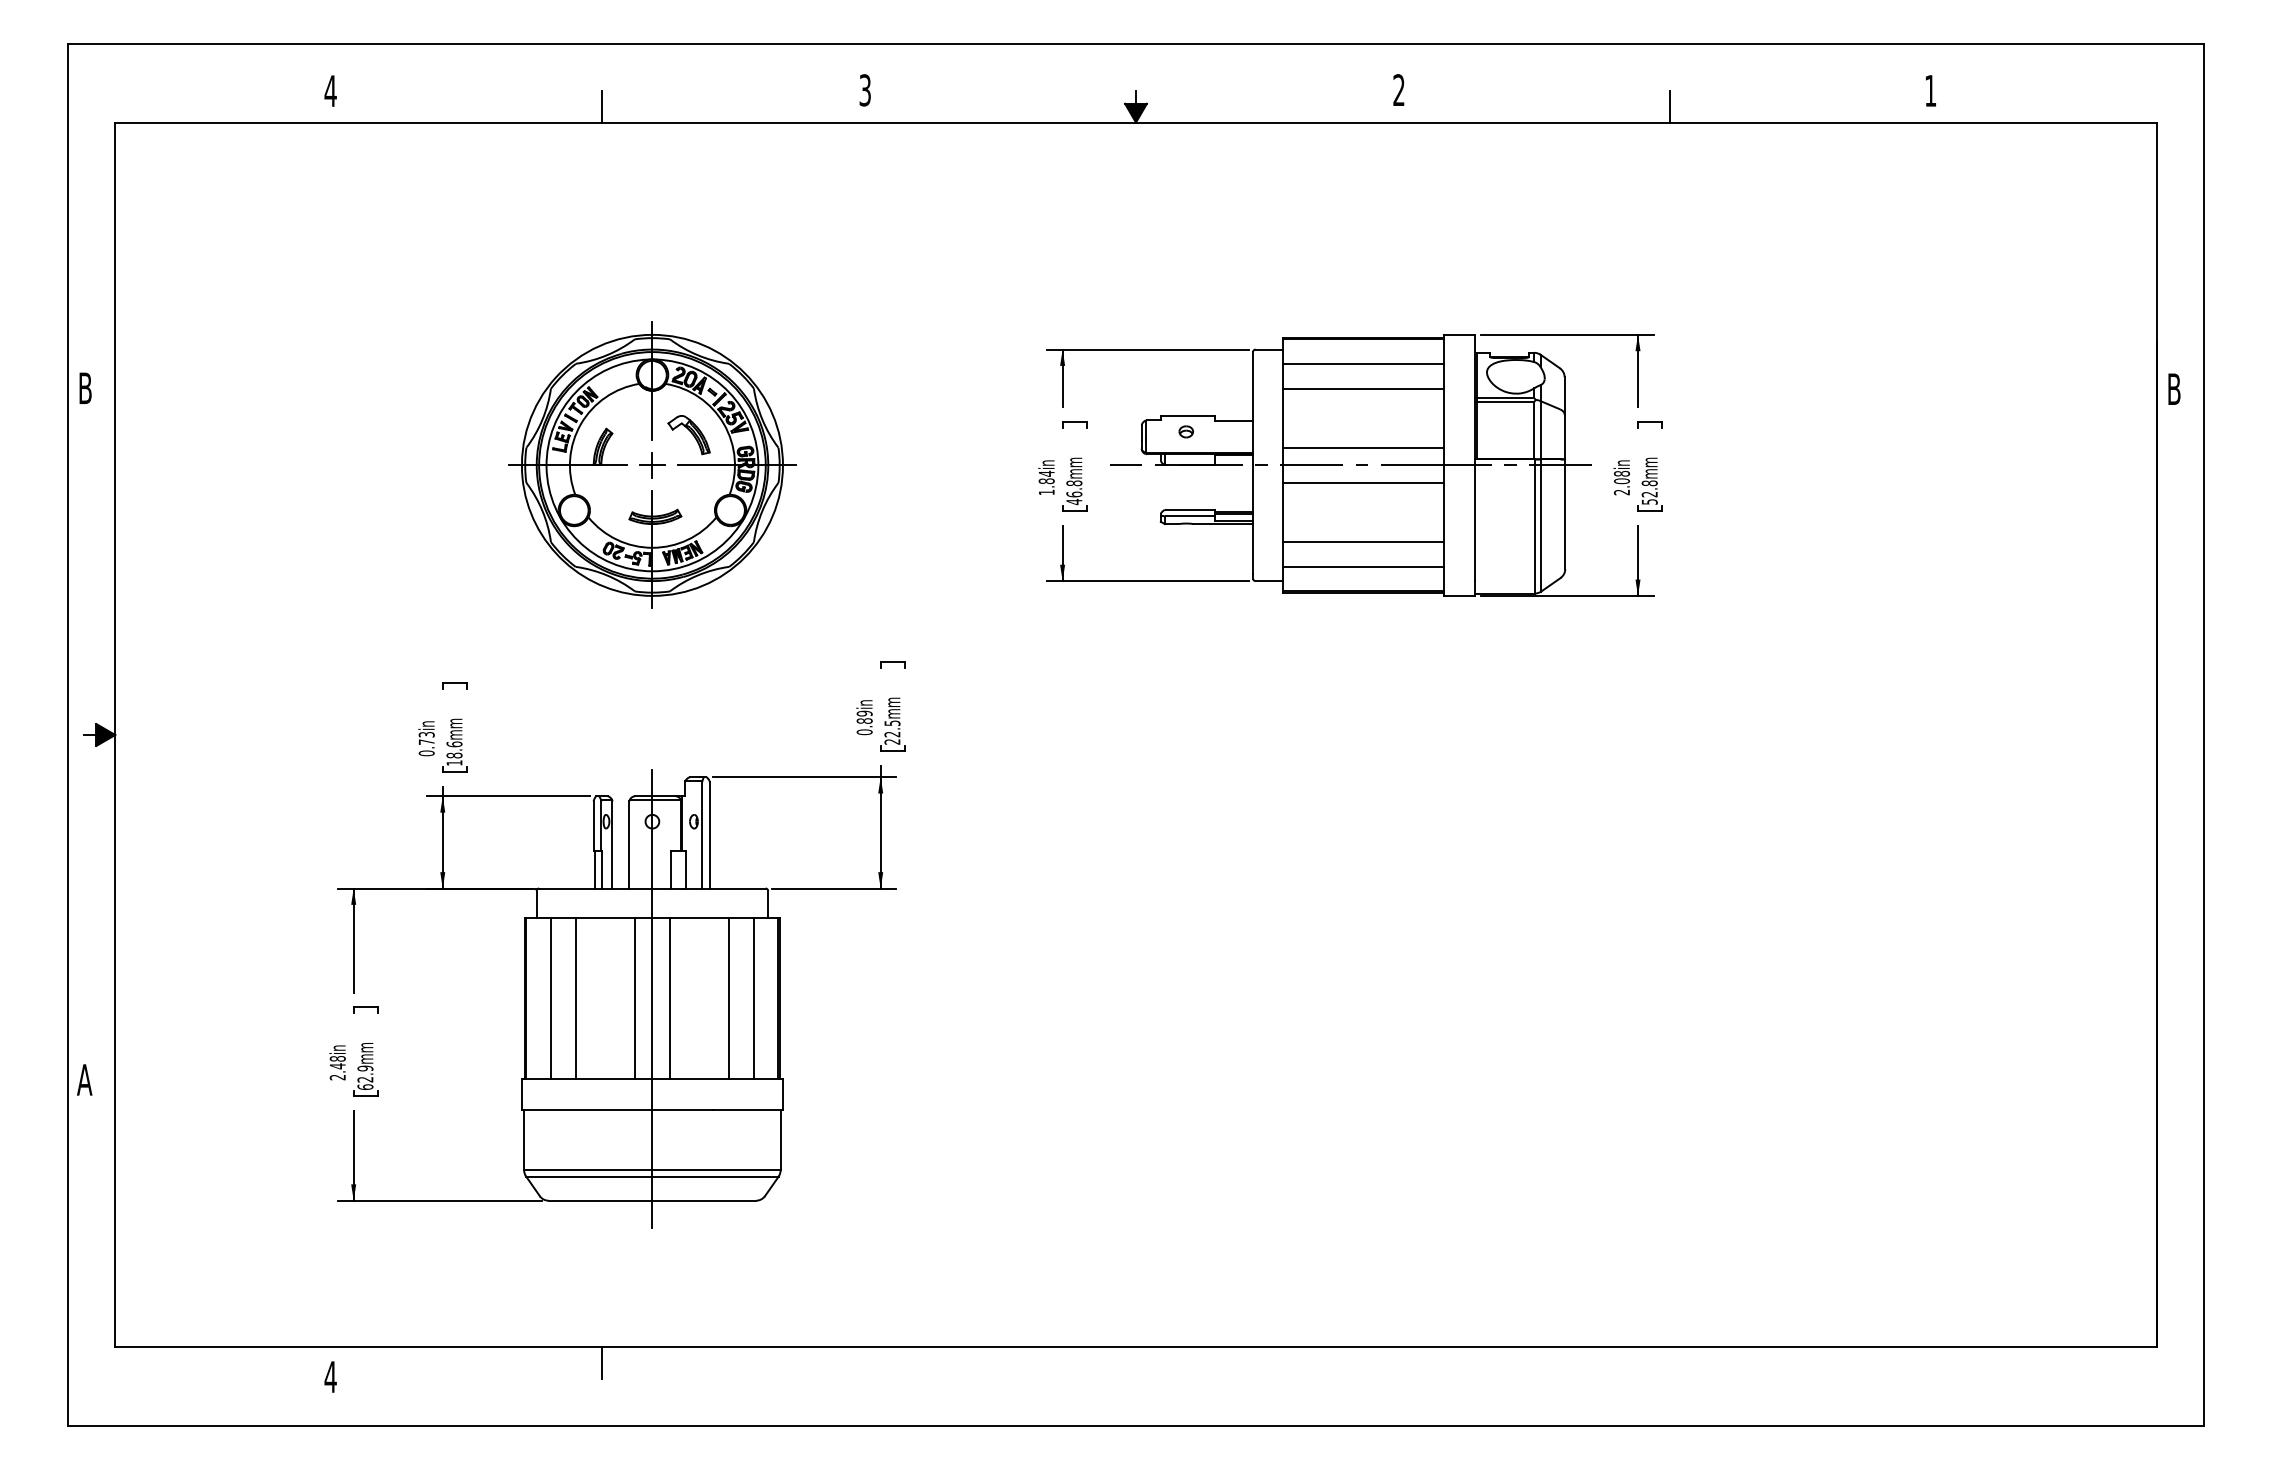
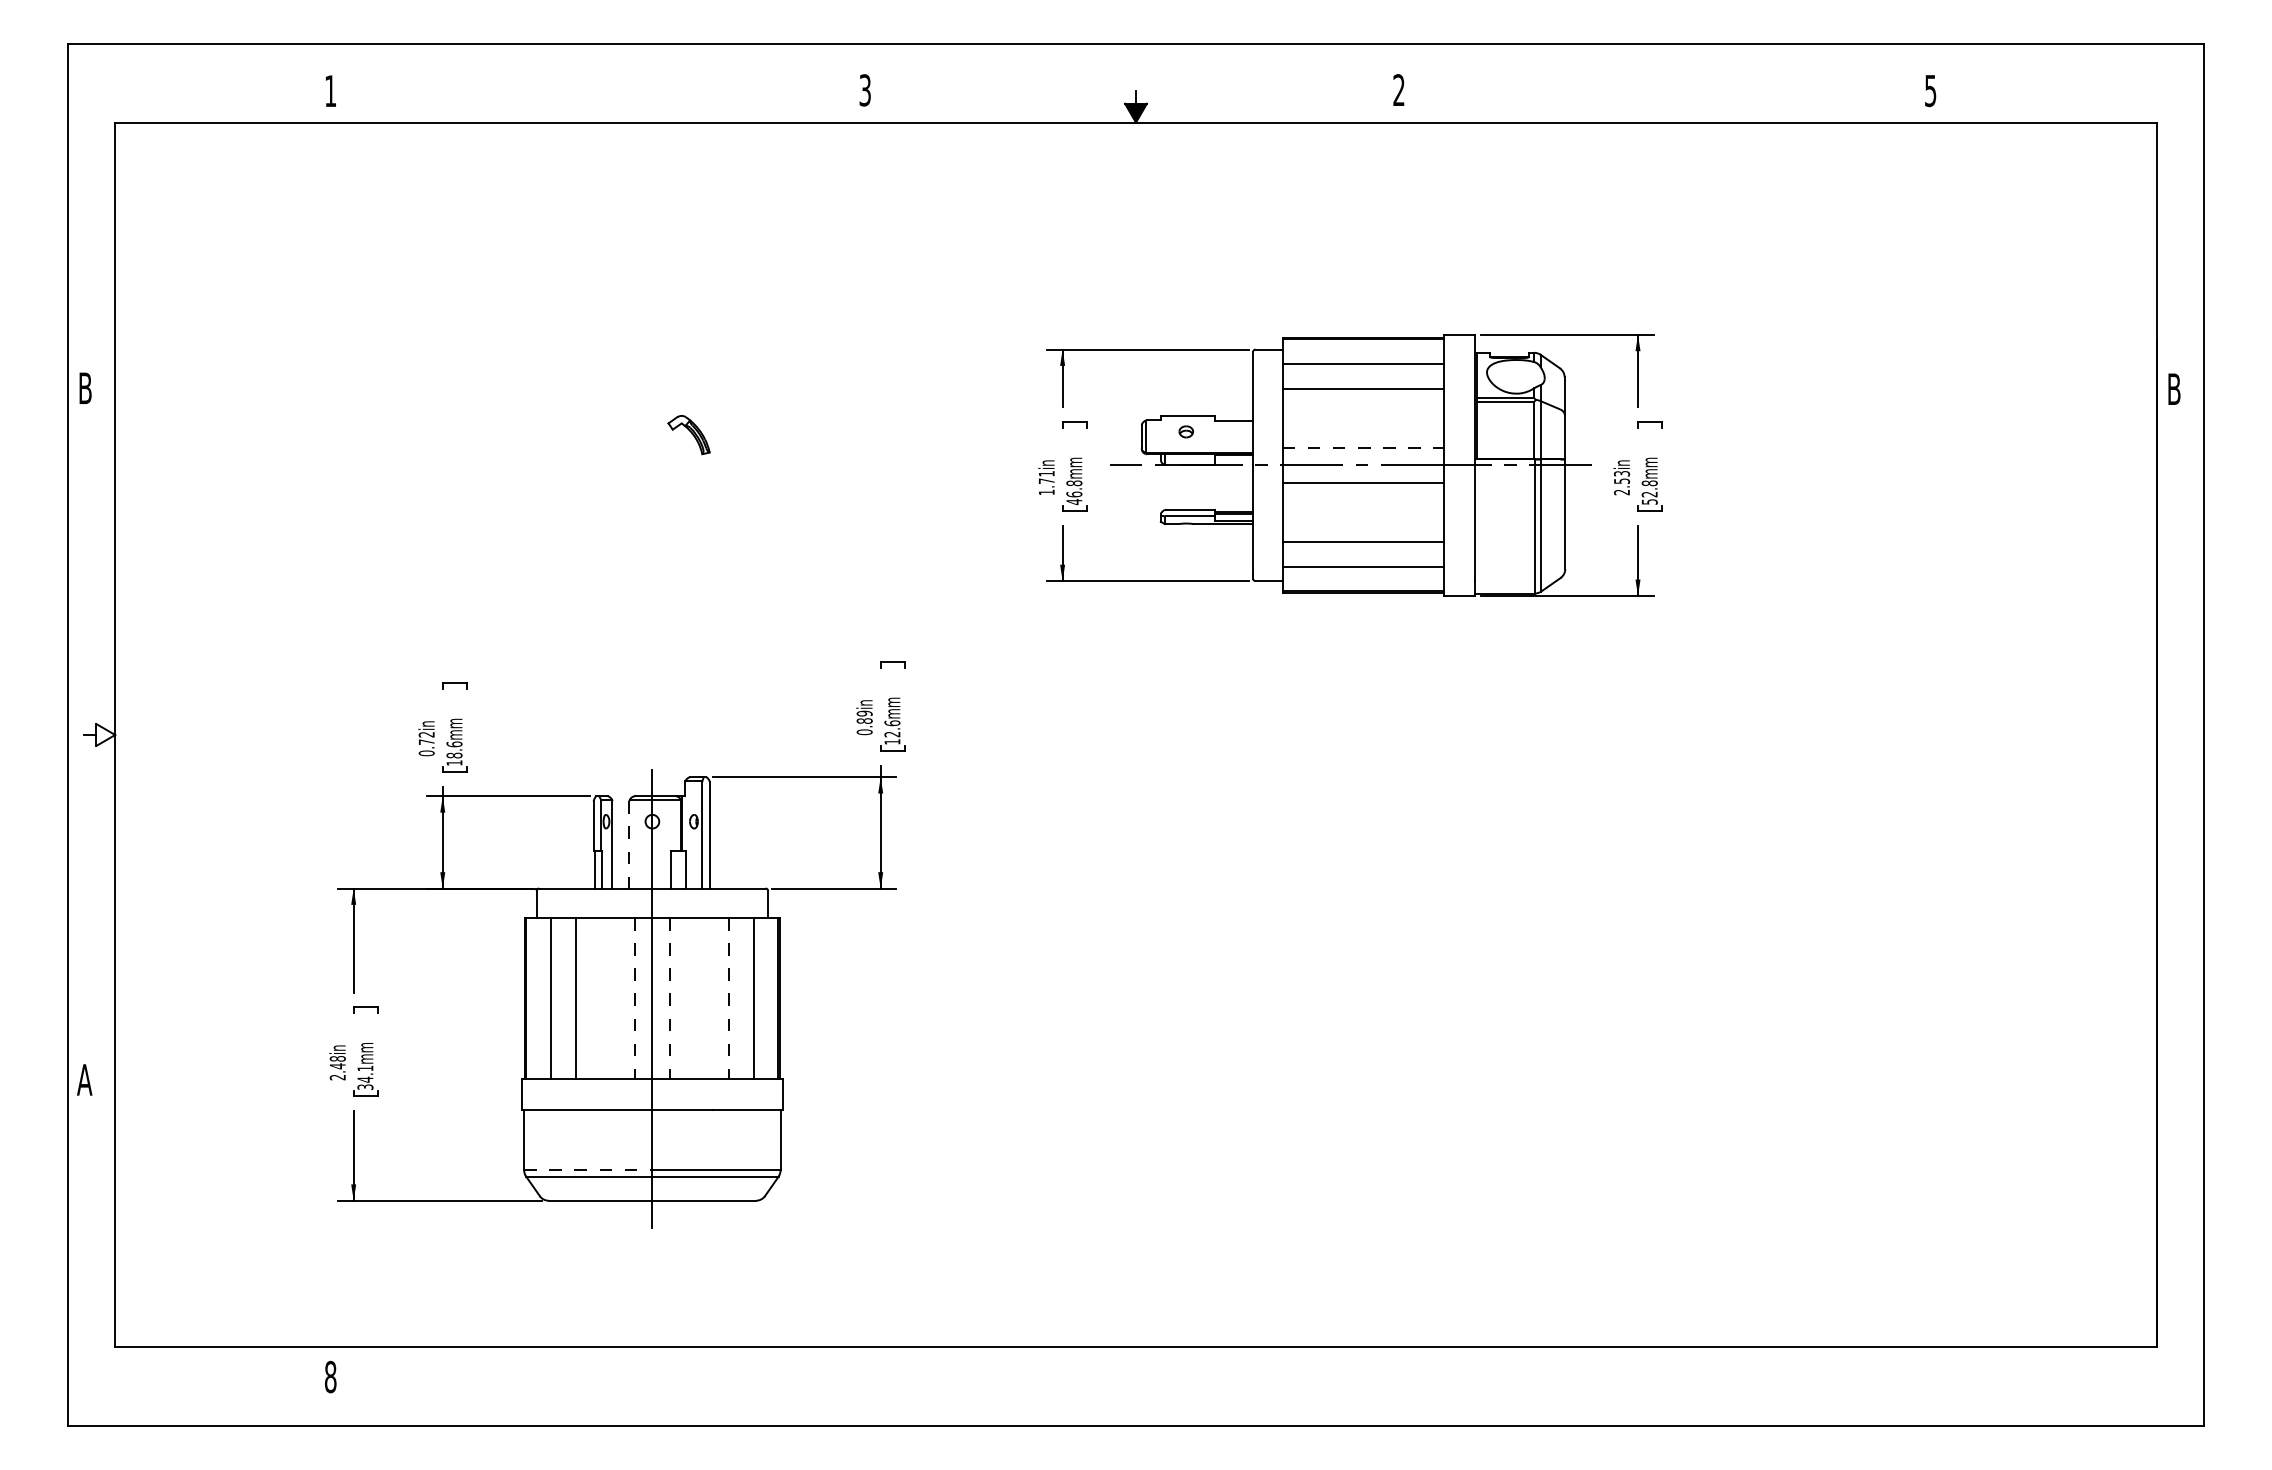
text at (330, 90): 4 -> 1
text at (1930, 91): 1 -> 5
line at (602, 106): present -> none
line at (1669, 106): present -> none
line at (1363, 447): solid -> dashed
part at (652, 464): present -> none
text at (1046, 477): 1.84in -> 1.71in
text at (1621, 477): 2.08in -> 2.53in
text at (892, 732): 22.5mm -> 12.6mm
fill at (105, 734): present -> none
text at (426, 734): 0.73in -> 0.72in
line at (629, 844): solid -> dashed
line at (634, 999): solid -> dashed
line at (670, 999): solid -> dashed
line at (729, 999): solid -> dashed
text at (365, 1077): 62.9mm -> 34.1mm
line at (588, 1170): solid -> dashed
line at (602, 1362): present -> none
text at (330, 1376): 4 -> 8
